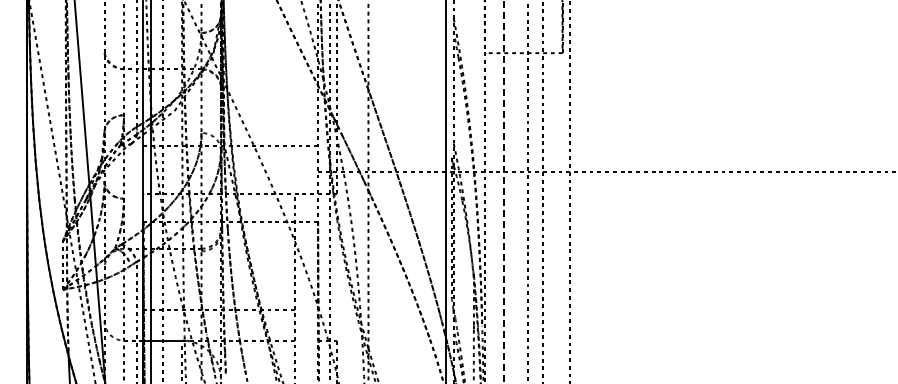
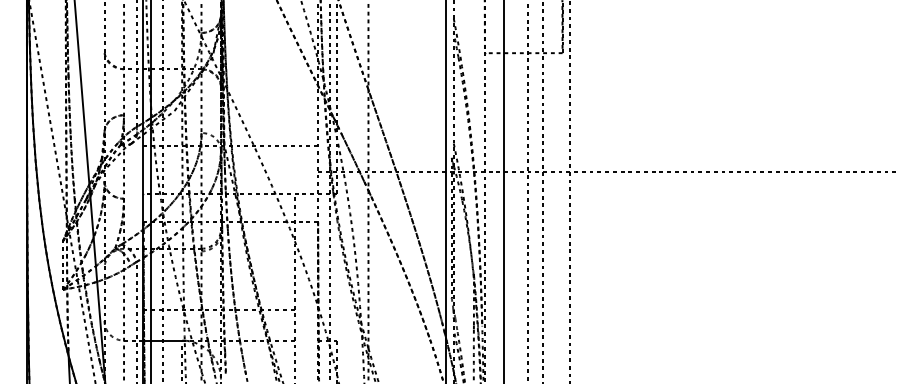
line at (504, 192): dashed -> solid
